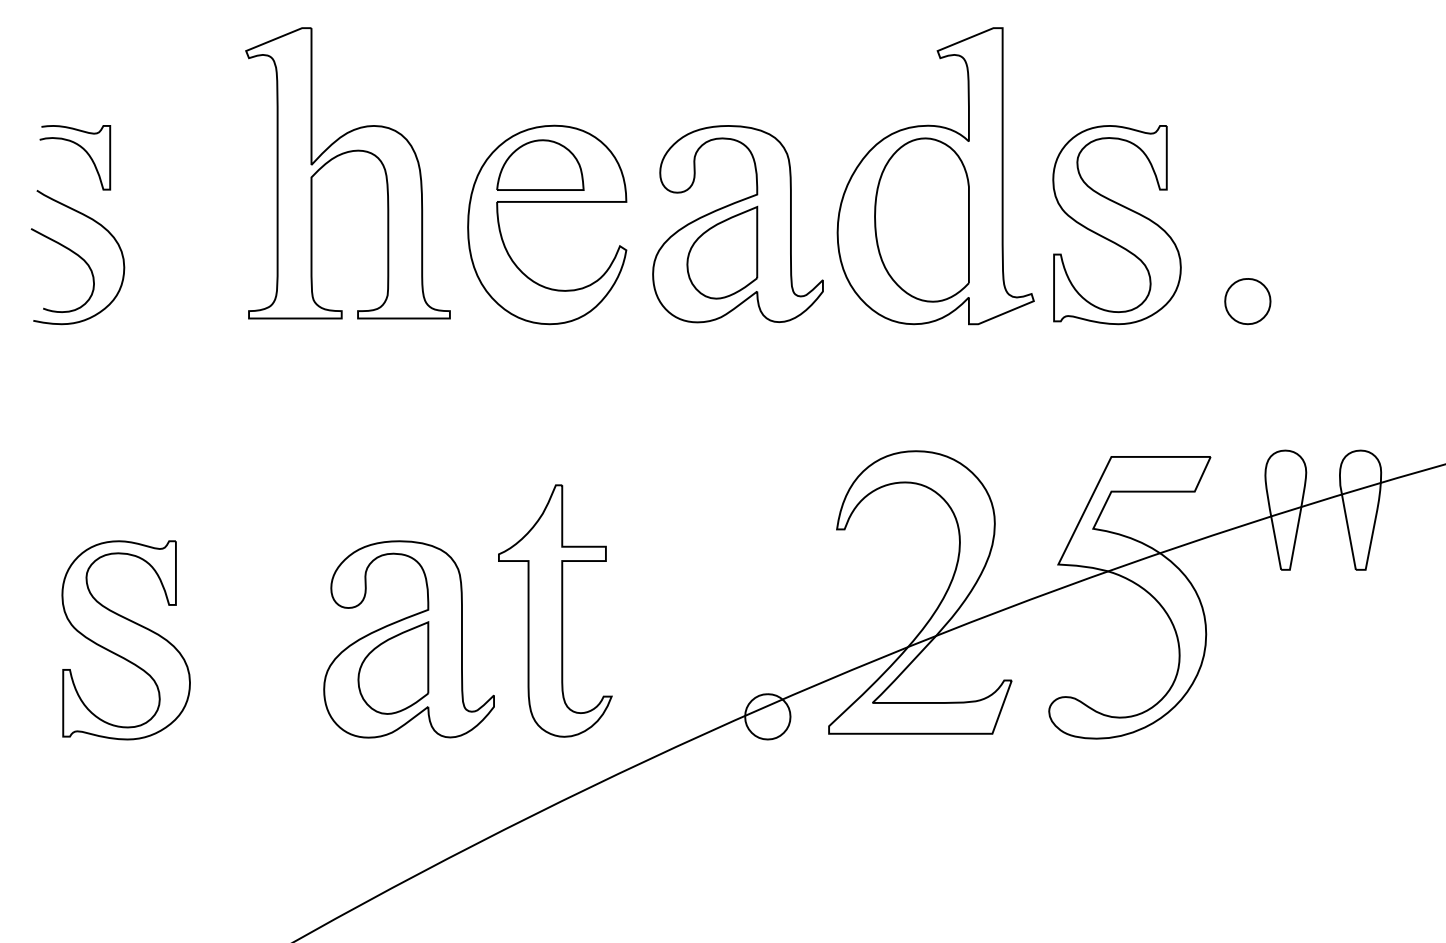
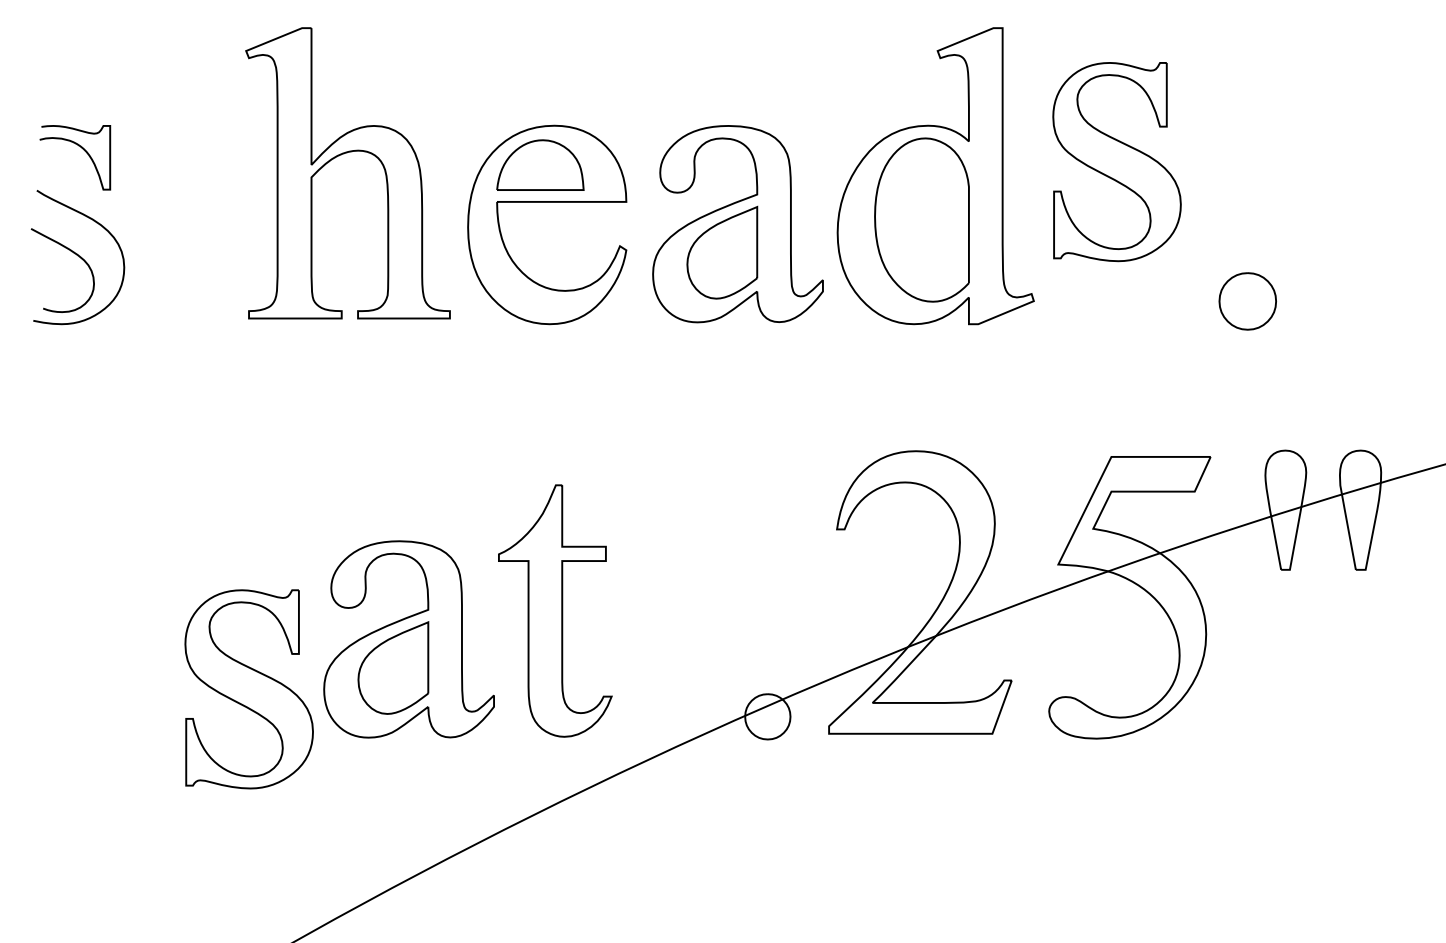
part at (1116, 225) position: (1116, 225) -> (1116, 162)
part at (1247, 301) size: 48x48 px -> 59x59 px
part at (125, 640) position: (125, 640) -> (248, 689)
